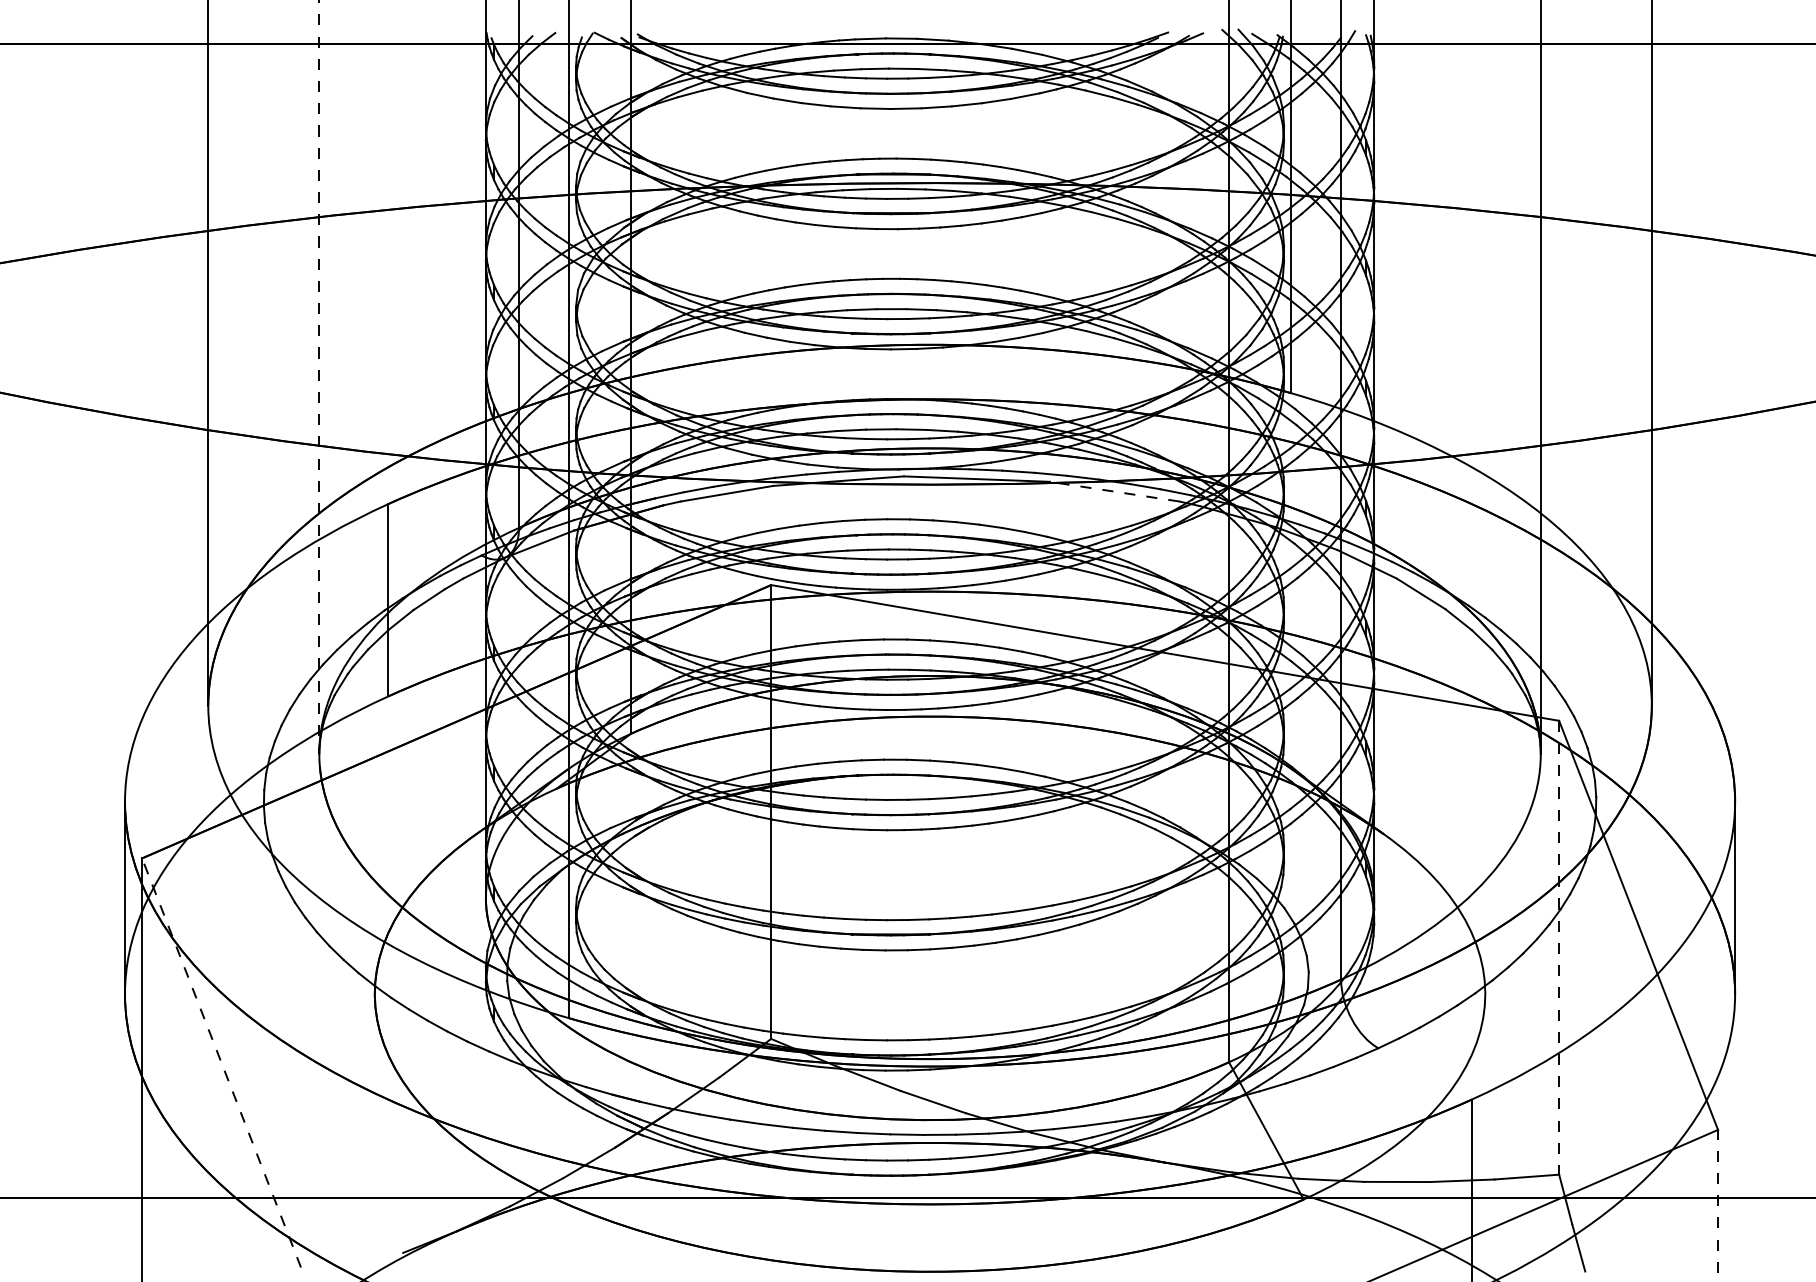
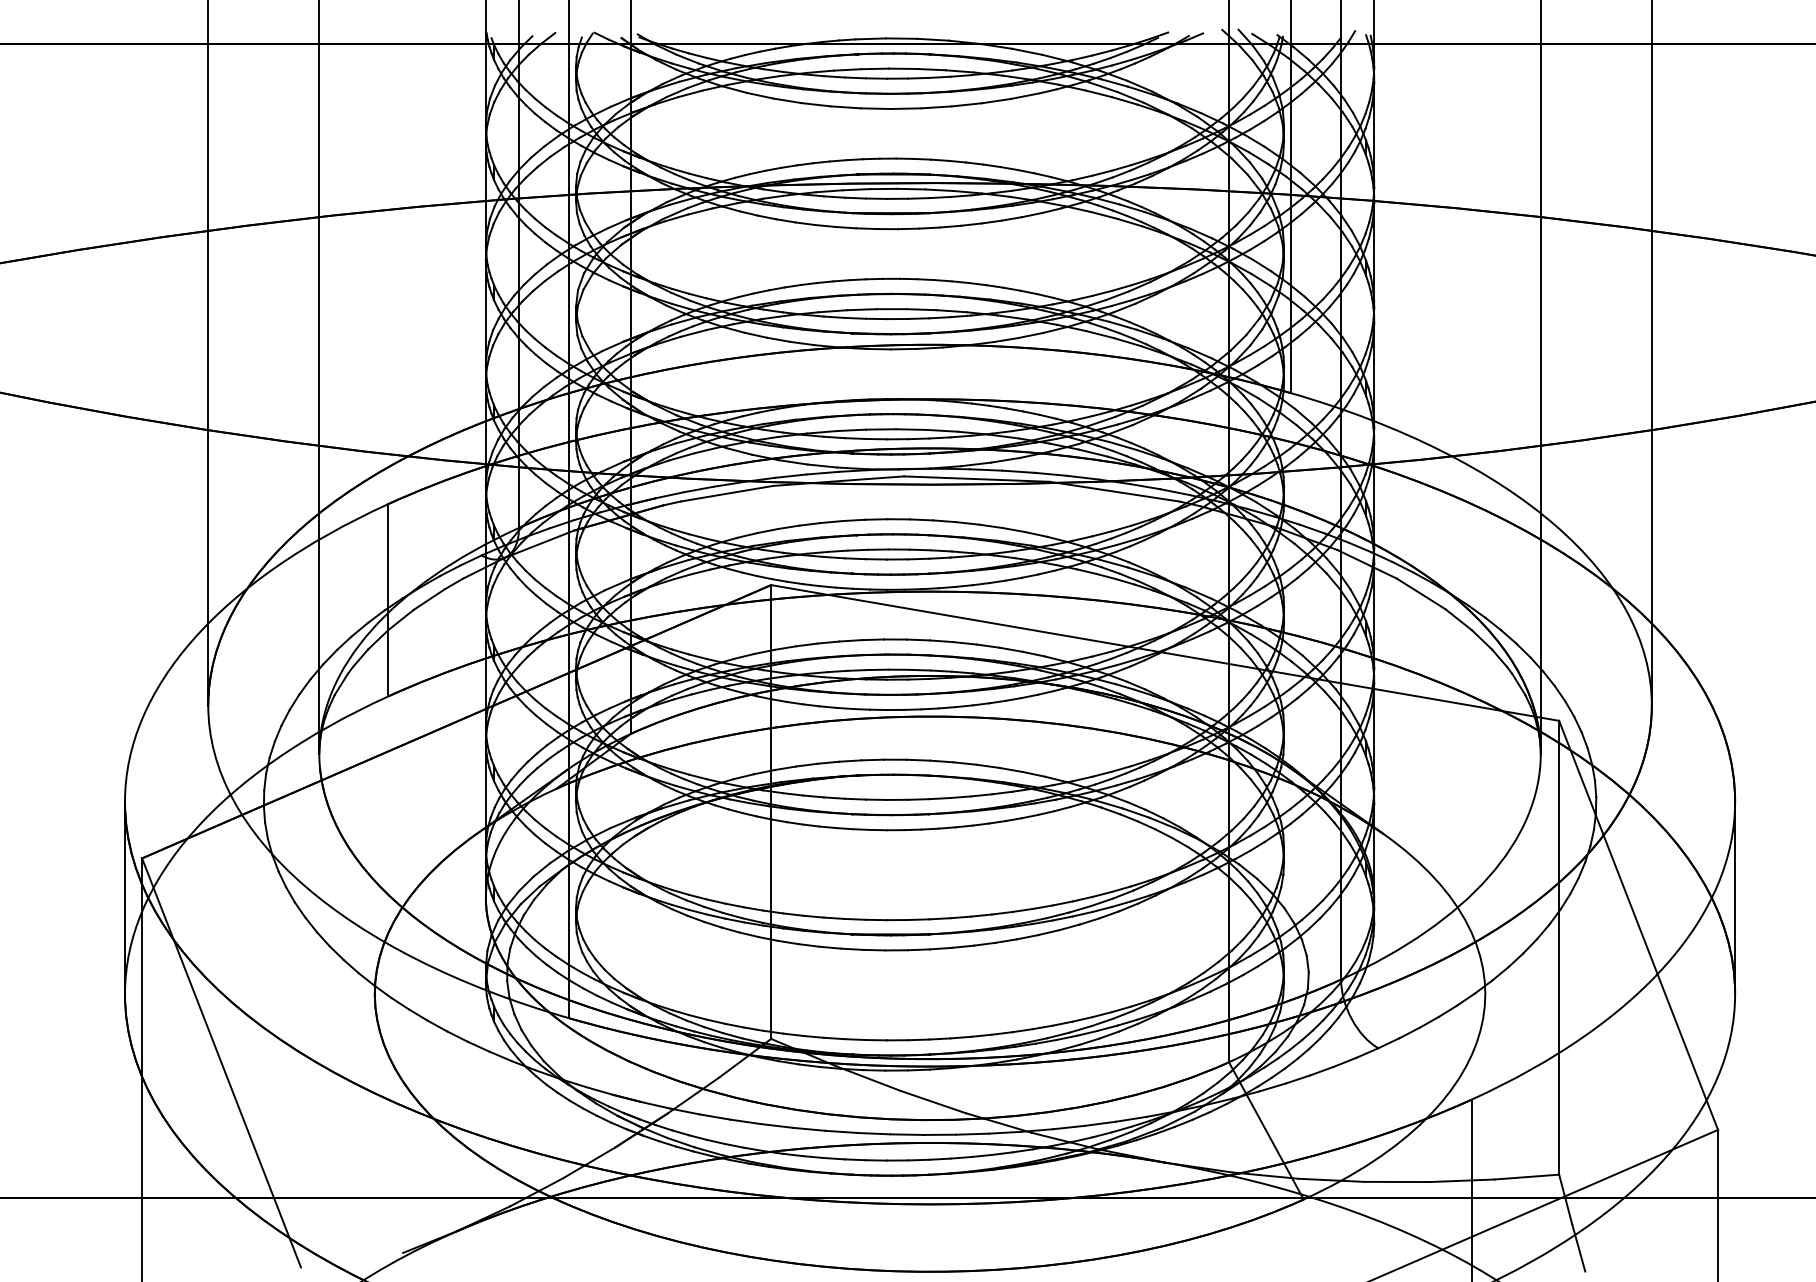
line at (319, 377): dashed -> solid
line at (1114, 491): dashed -> solid
line at (1559, 947): dashed -> solid
line at (221, 1062): dashed -> solid
line at (1718, 1205): dashed -> solid
